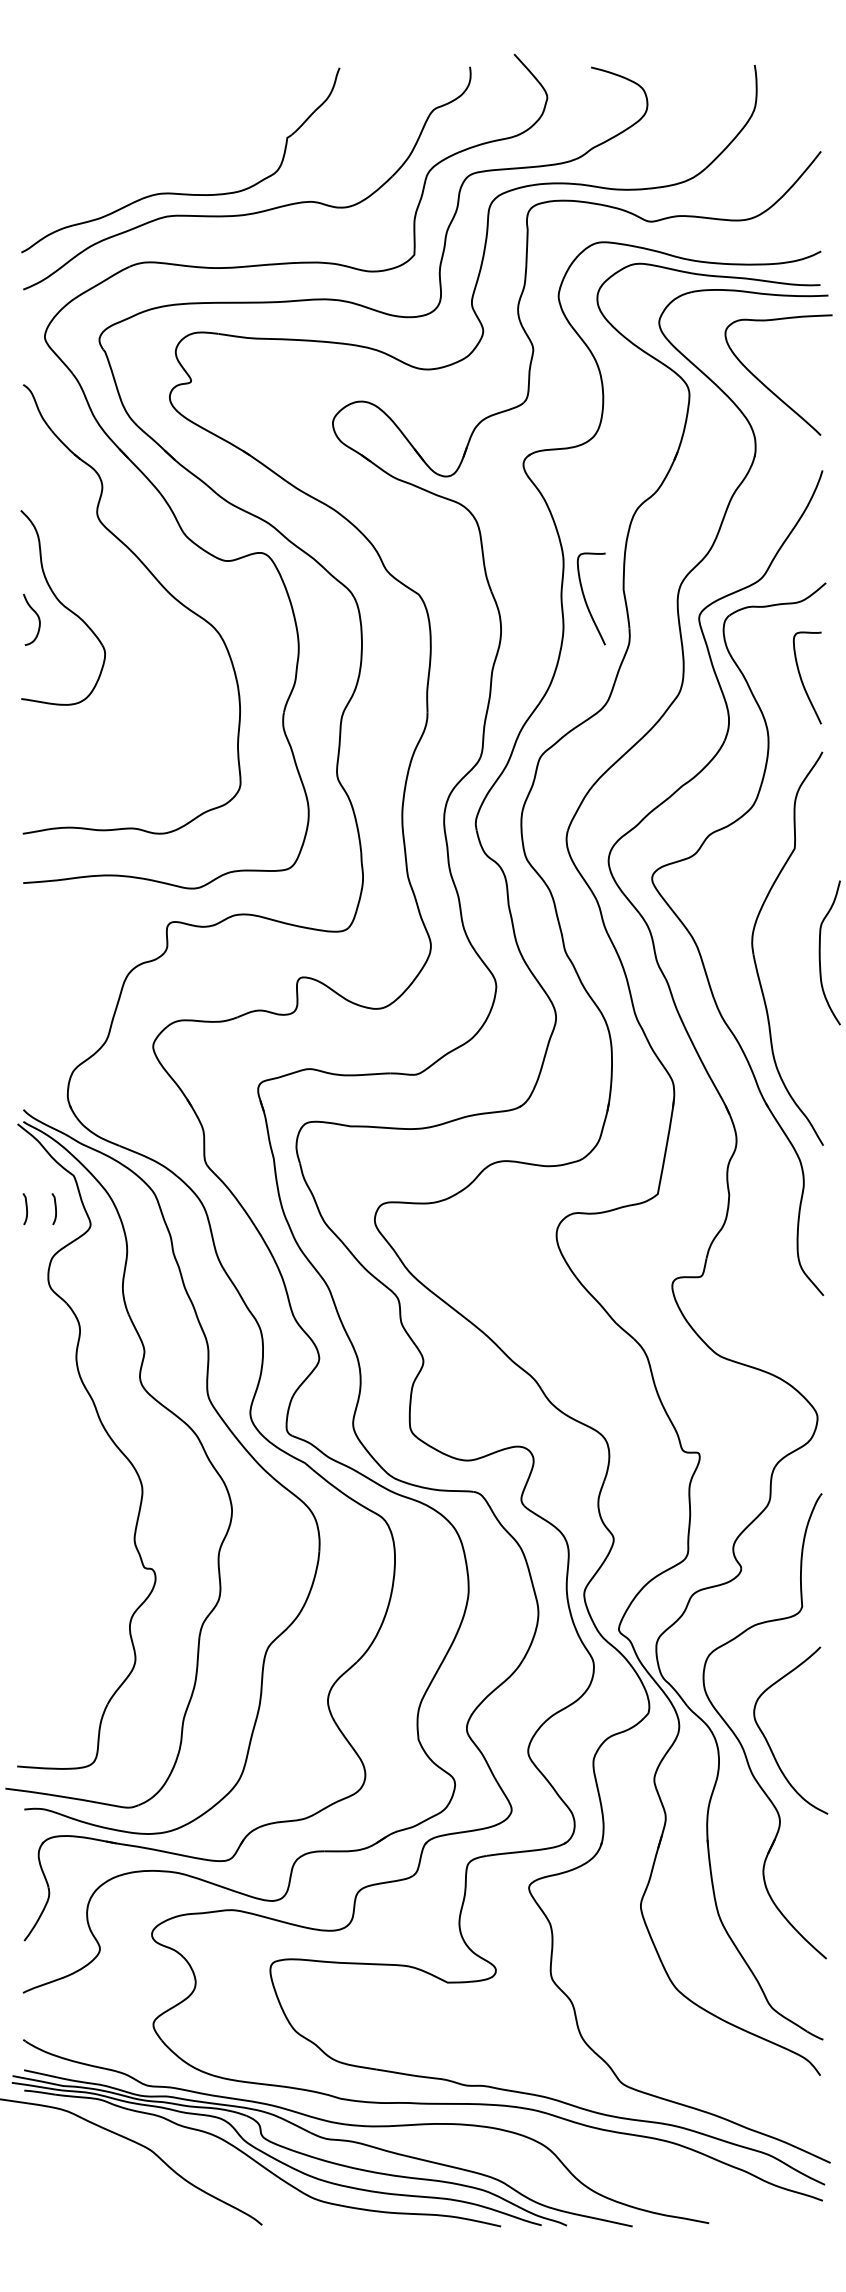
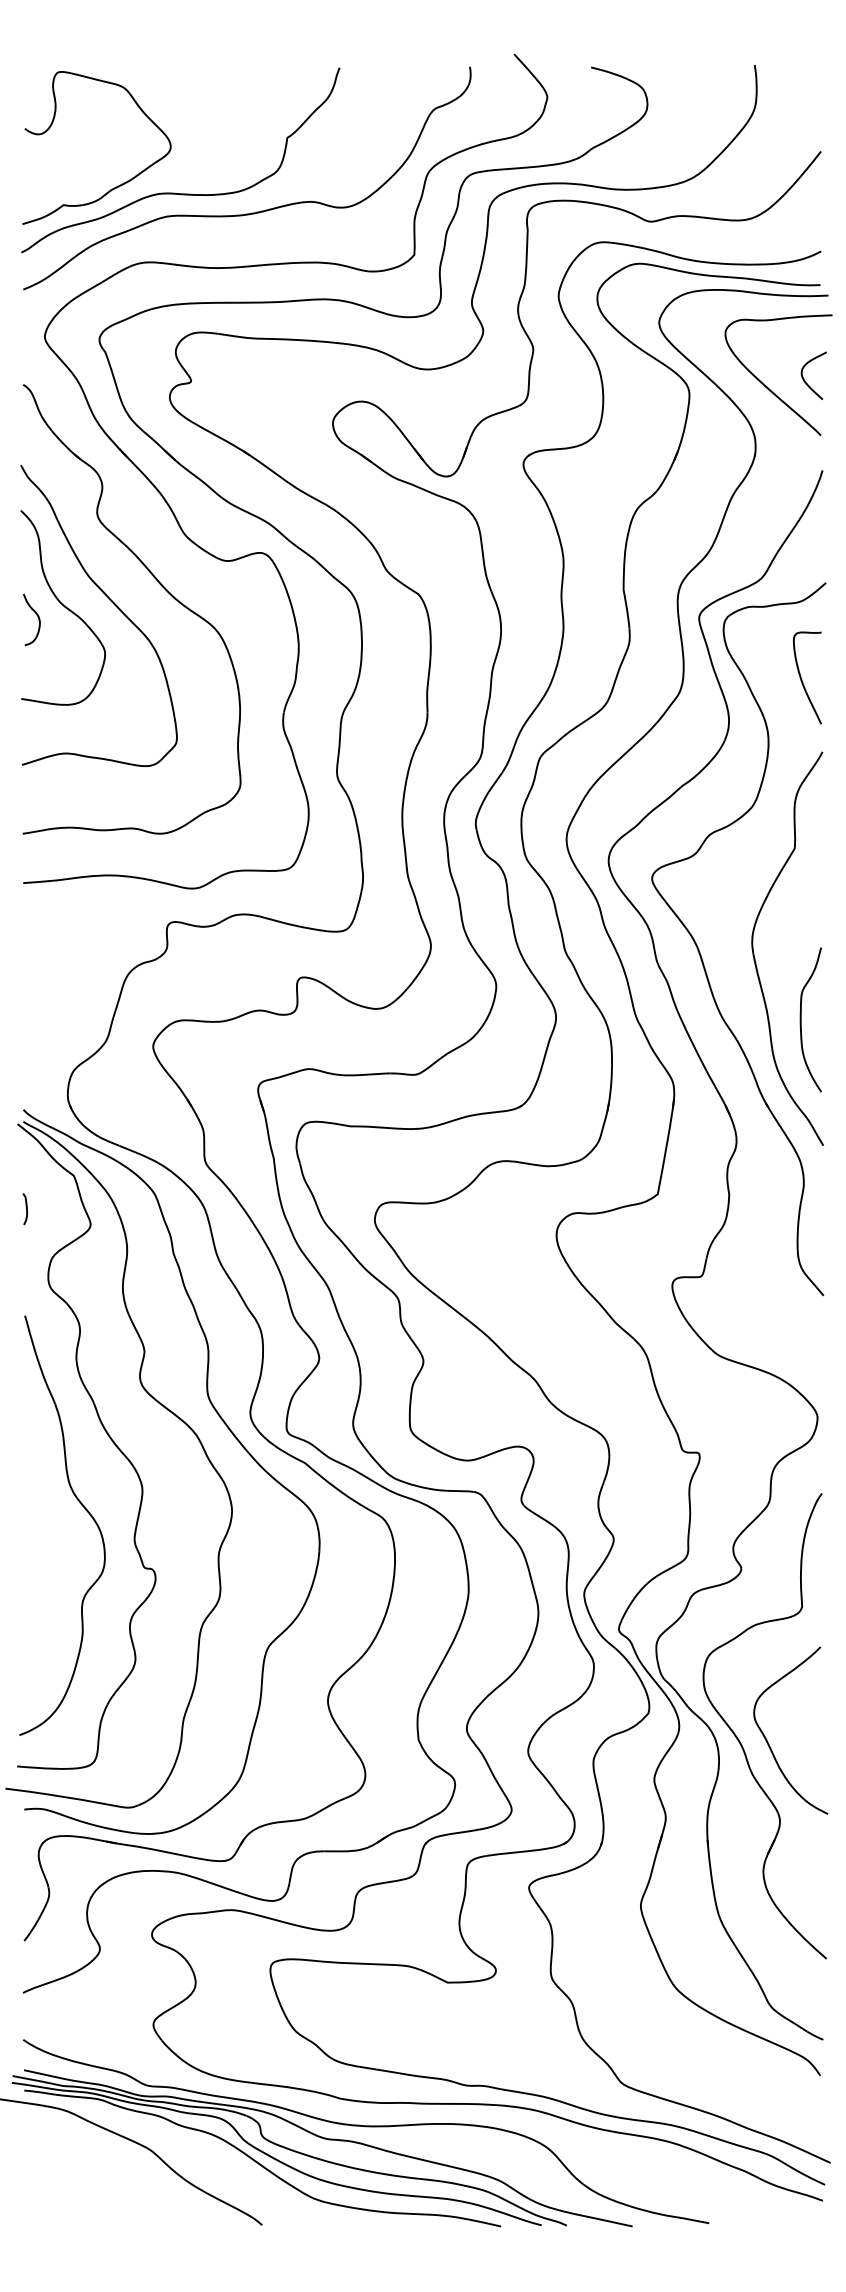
part at (116, 186): none -> present
curve at (805, 380): none -> present
curve at (586, 600): present -> none
curve at (111, 602): none -> present
curve at (820, 952) position: (820, 952) -> (801, 1019)
curve at (55, 1209): present -> none
part at (85, 1510): none -> present
